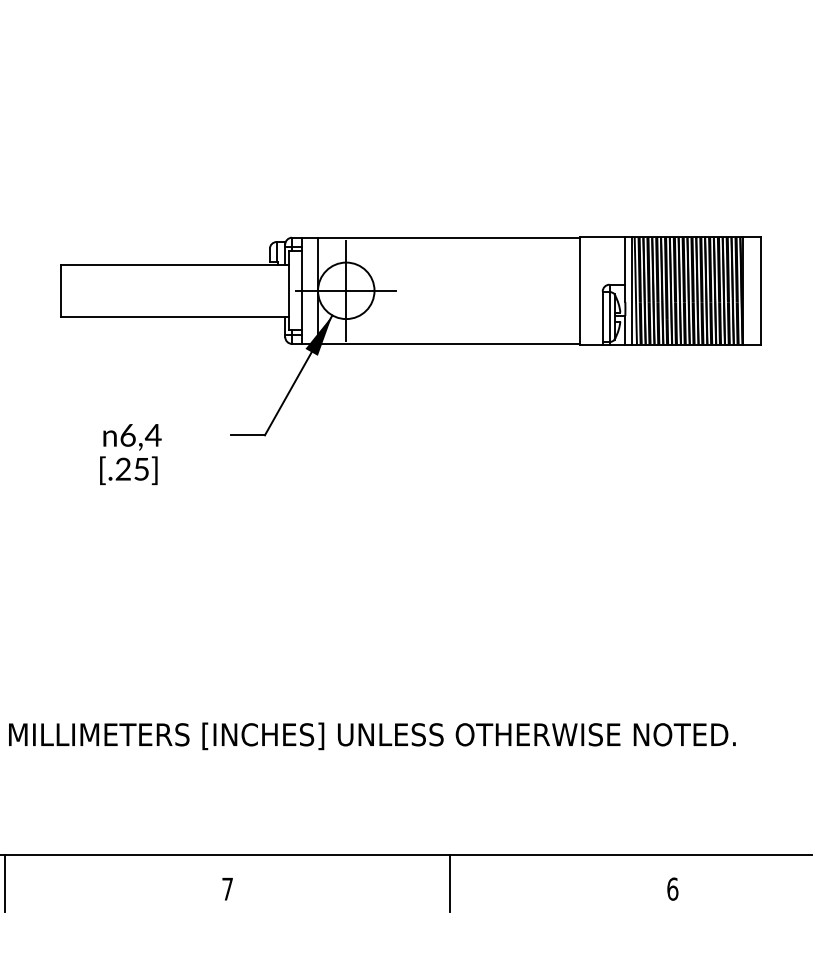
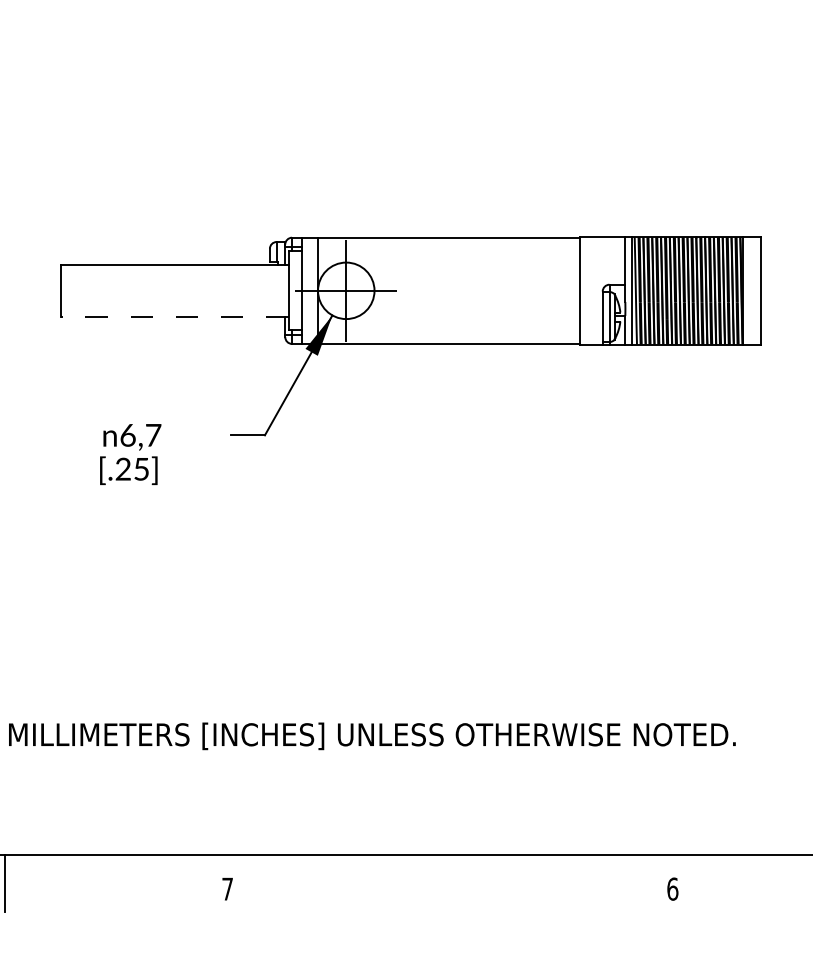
line at (174, 317): solid -> dashed
text at (152, 435): 6,4 -> 6,7
line at (450, 883): present -> none
